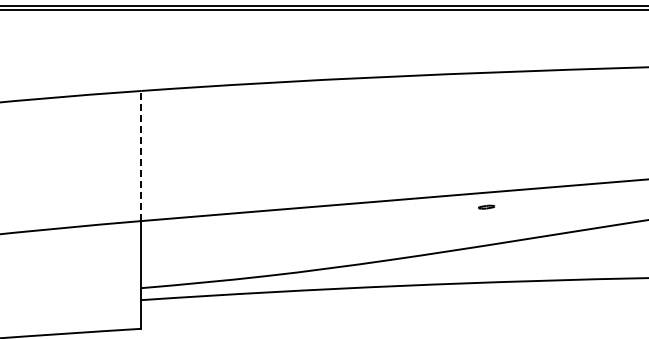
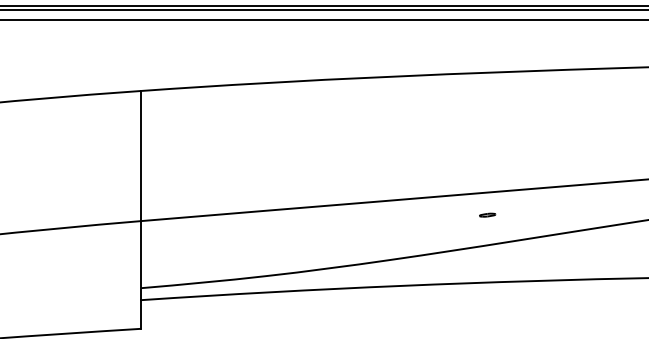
line at (323, 20): none -> present
line at (141, 155): dashed -> solid
part at (486, 206) position: (486, 206) -> (487, 214)
